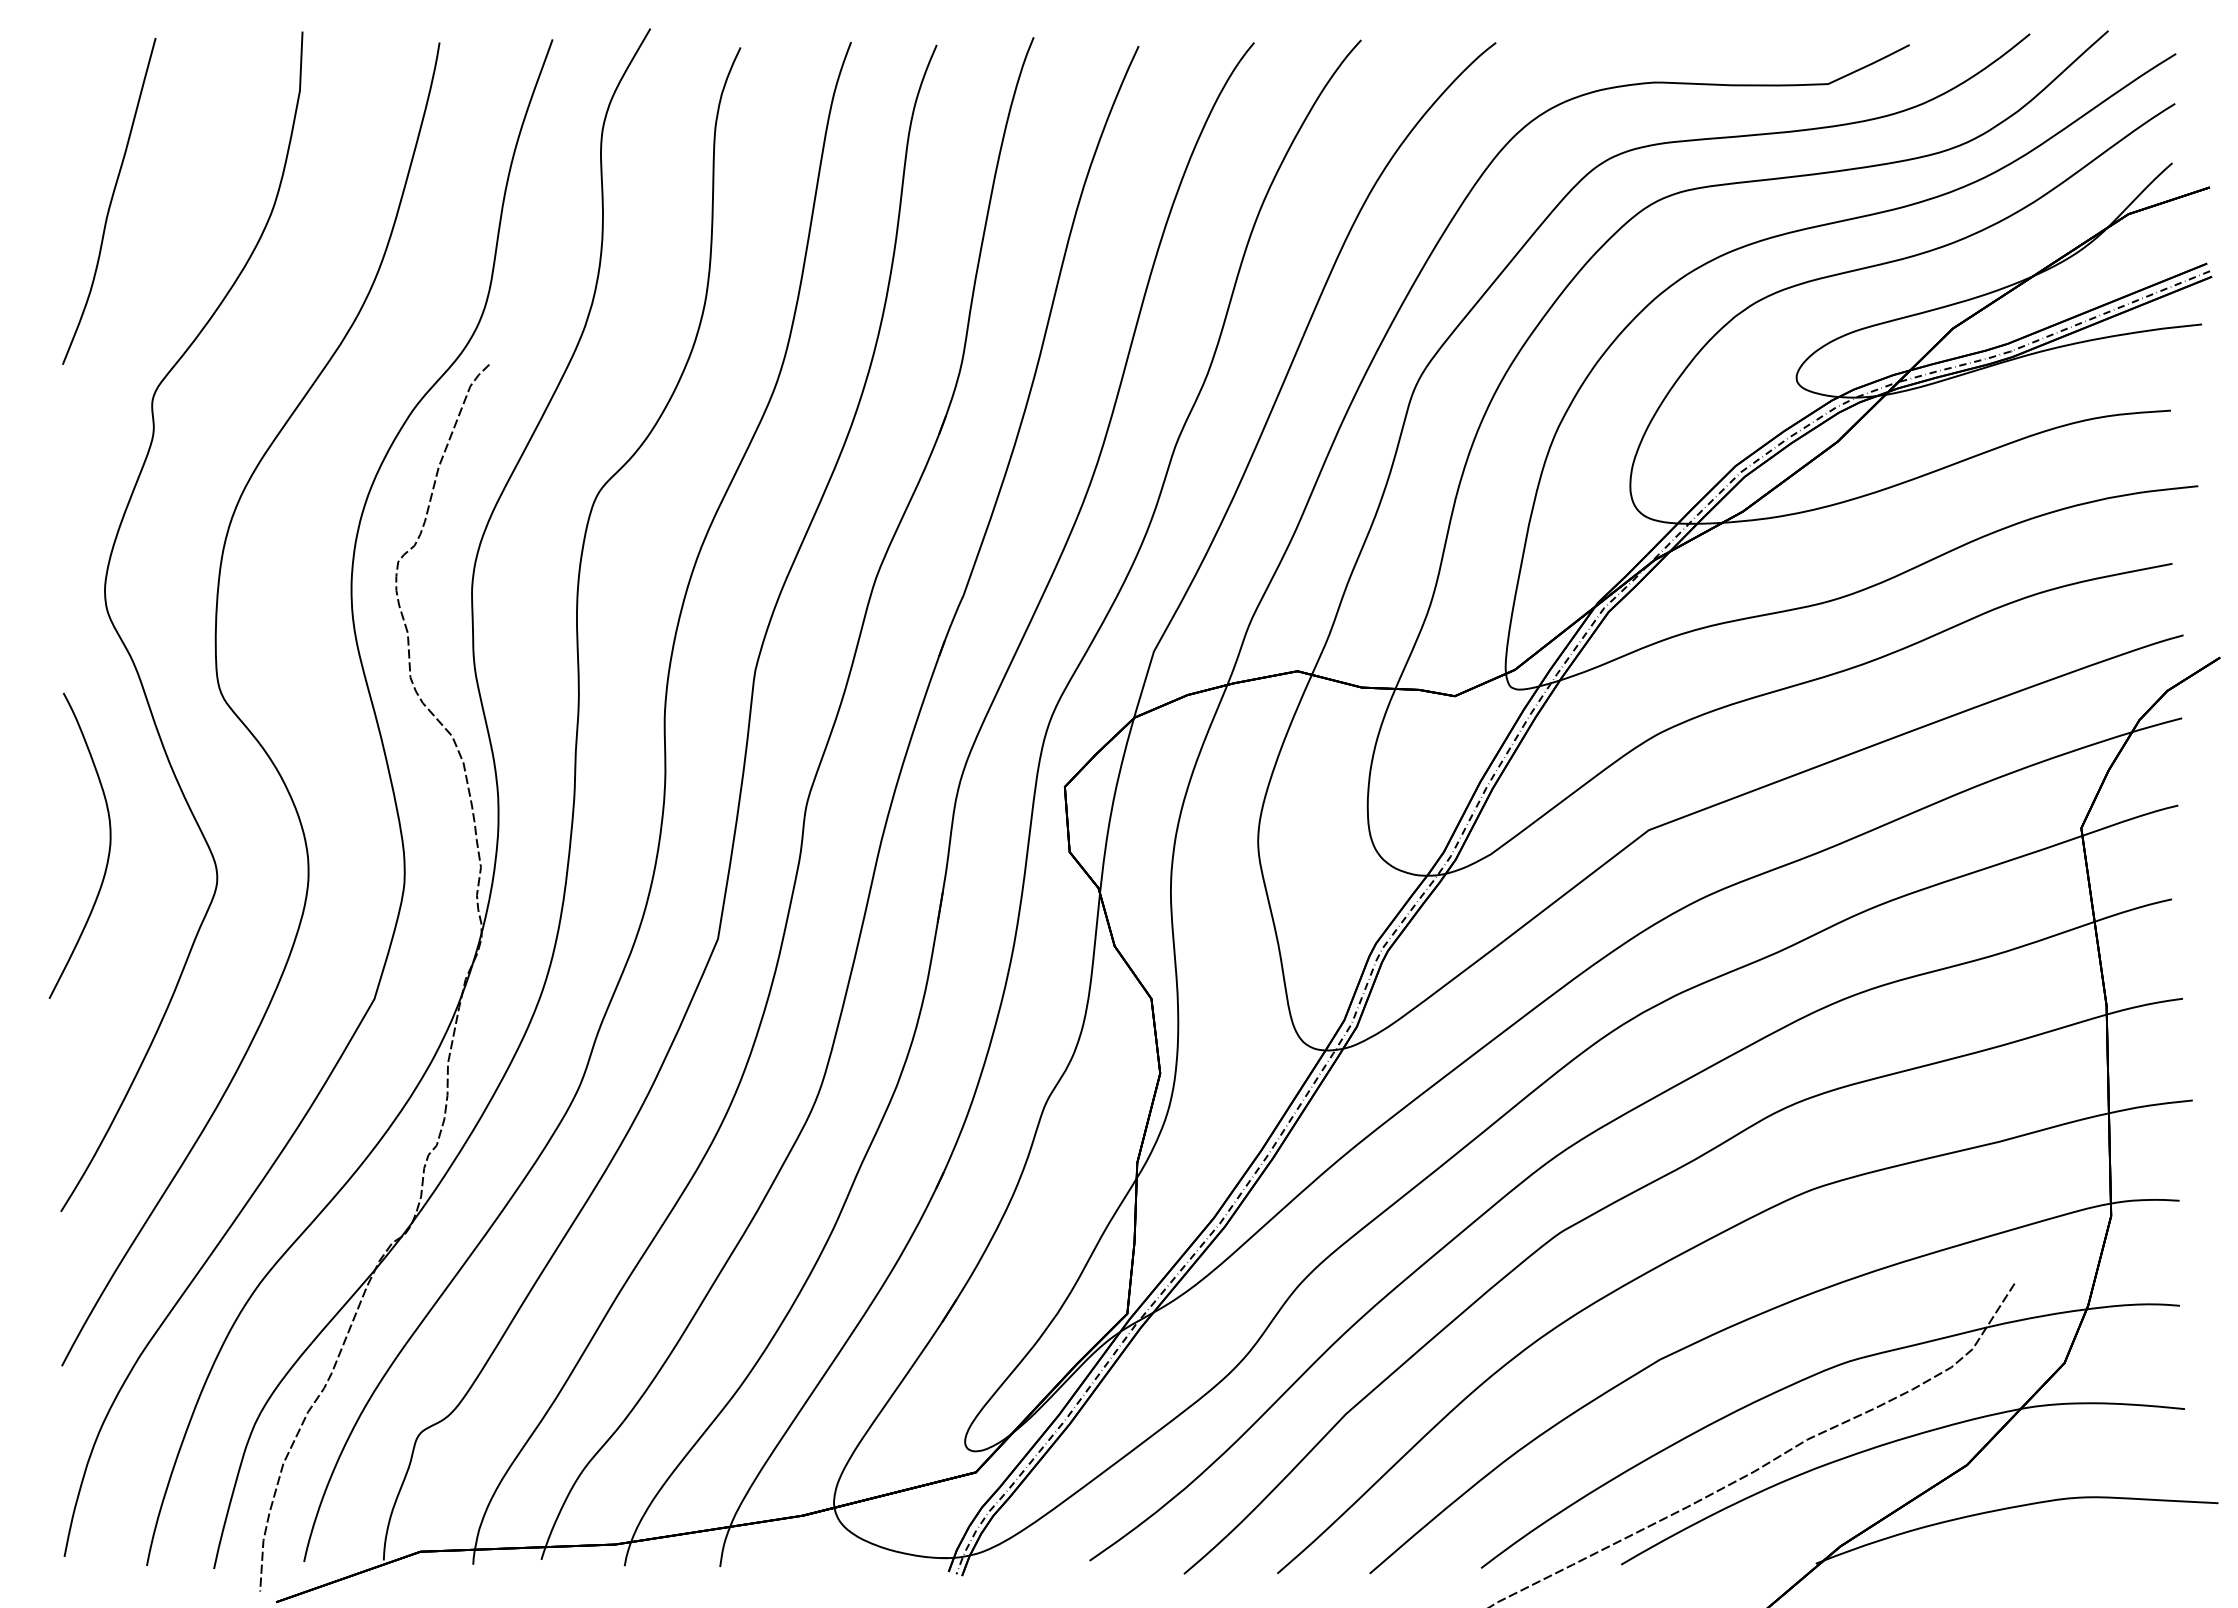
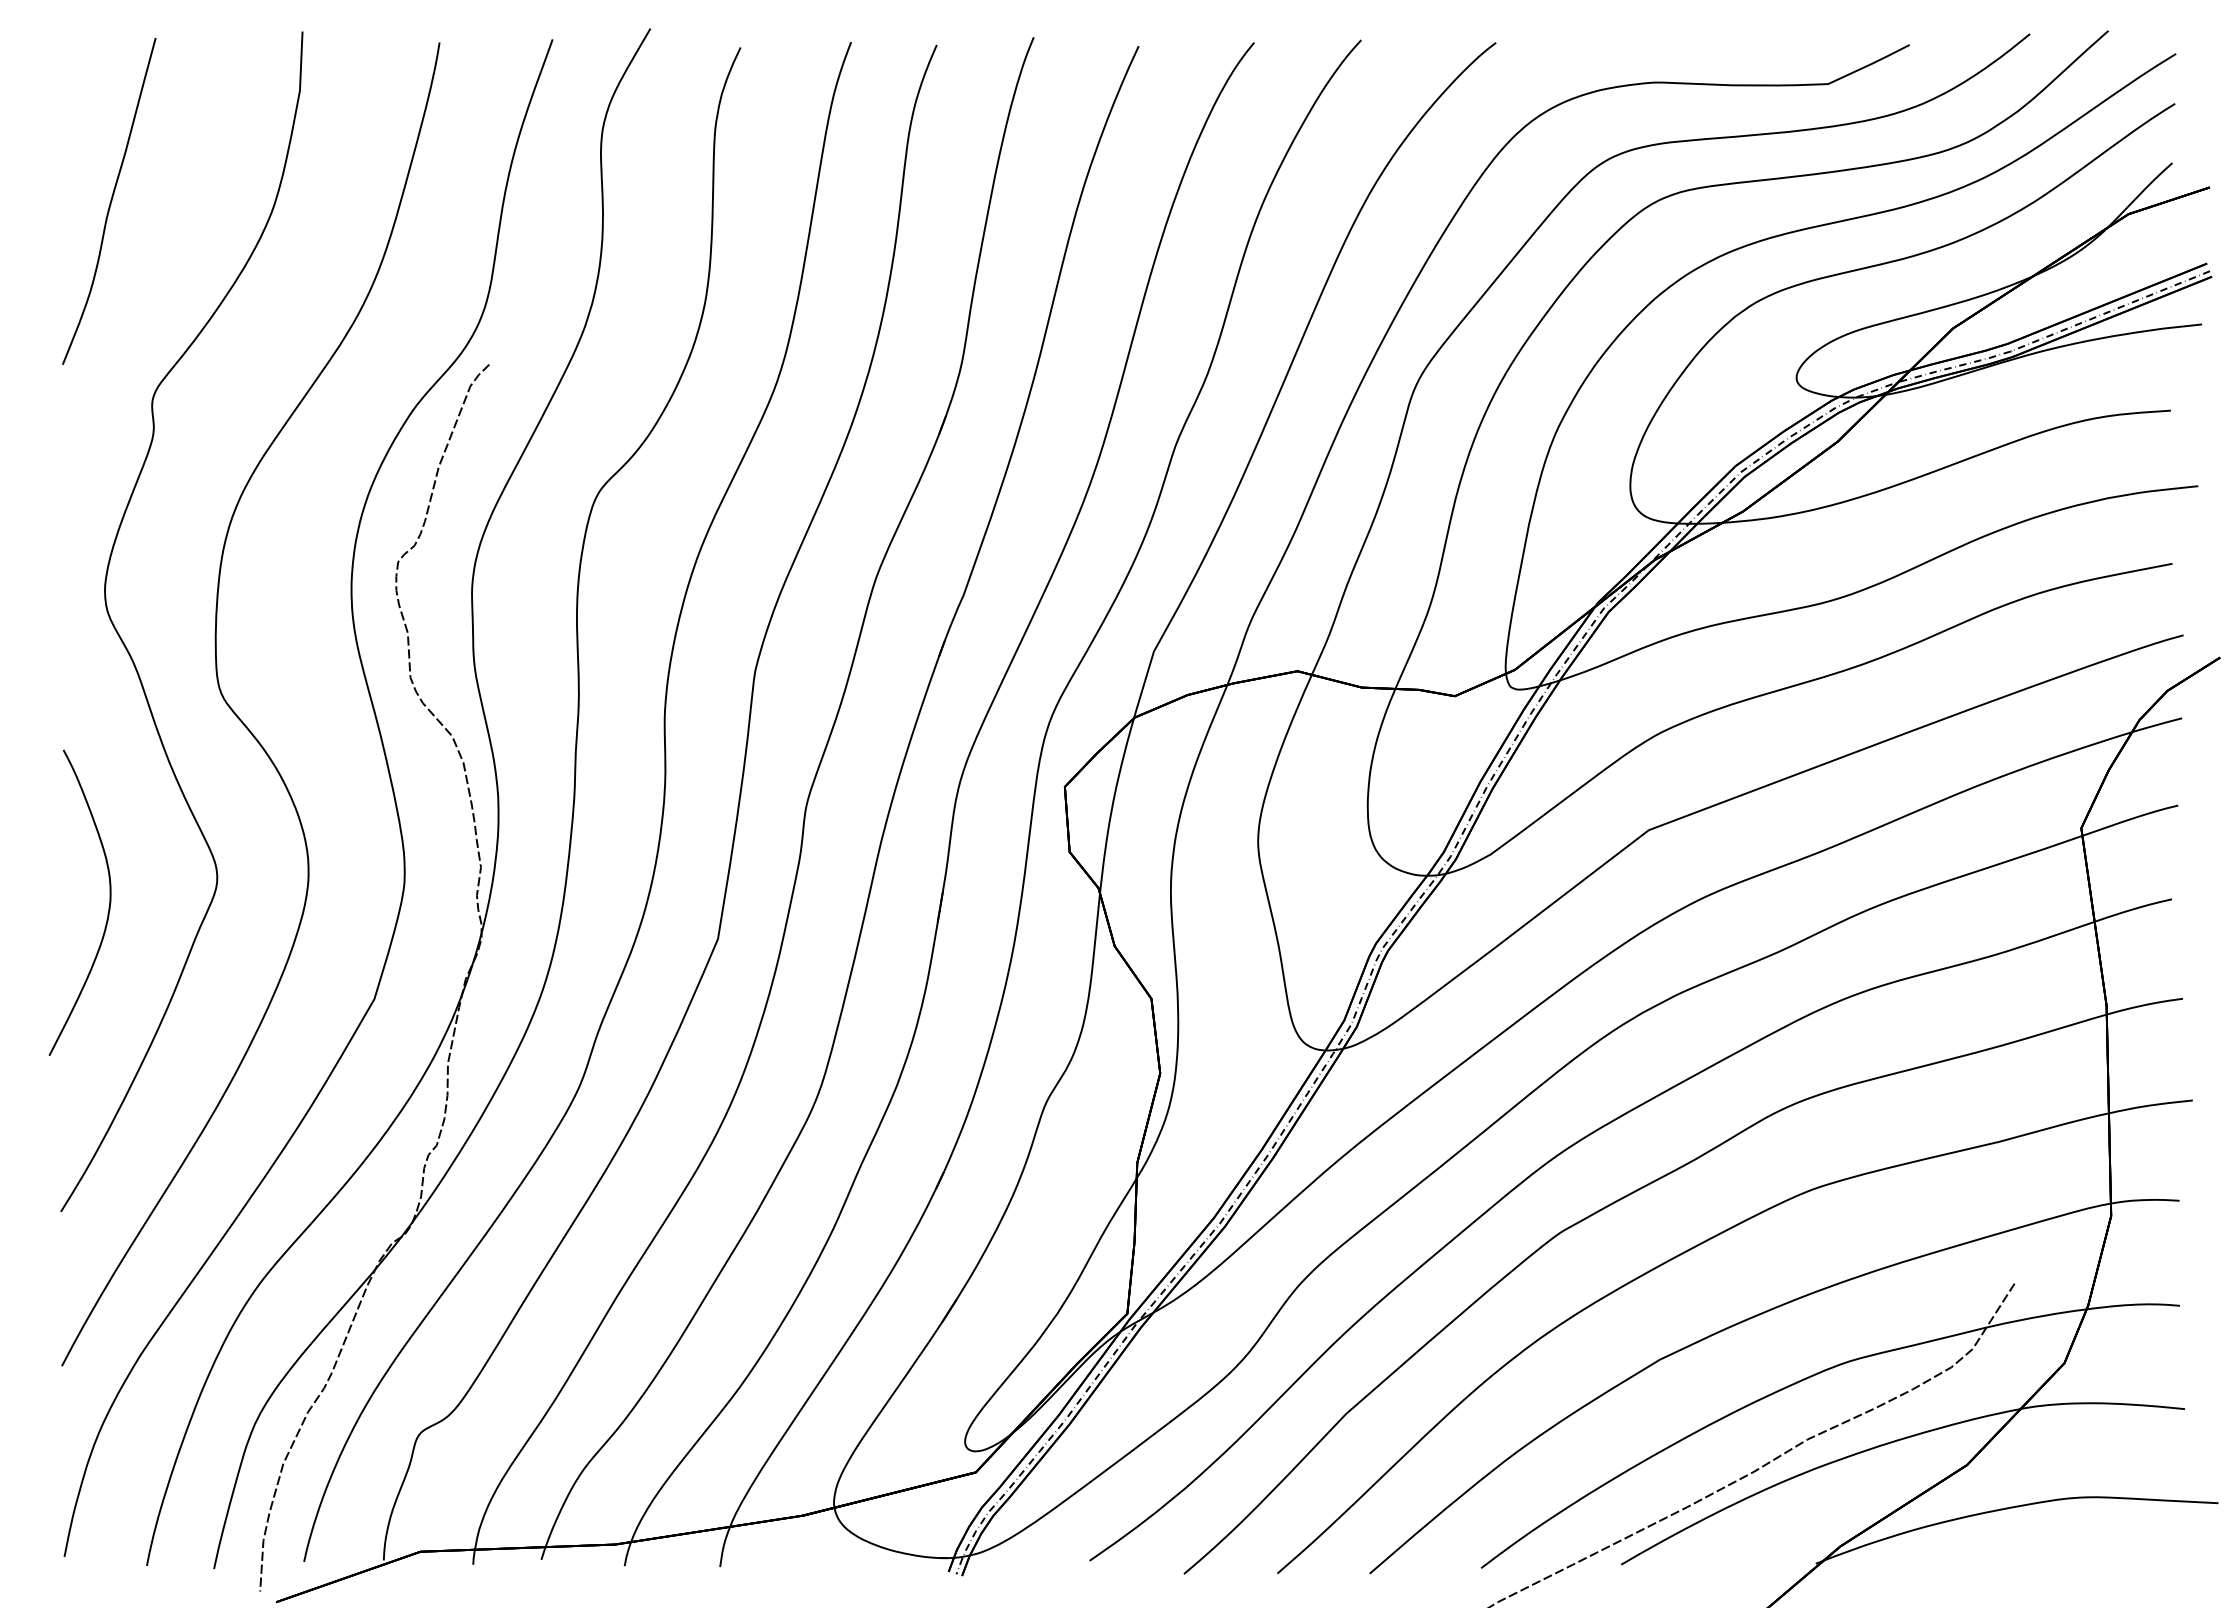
curve at (108, 849) position: (108, 849) -> (108, 906)
